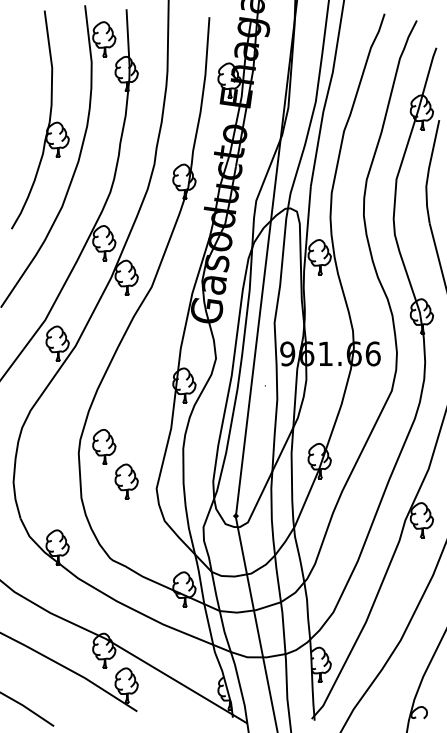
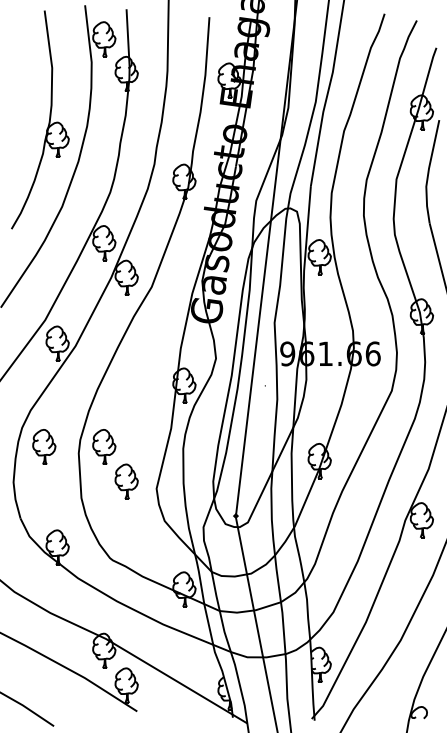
part at (44, 446): none -> present
